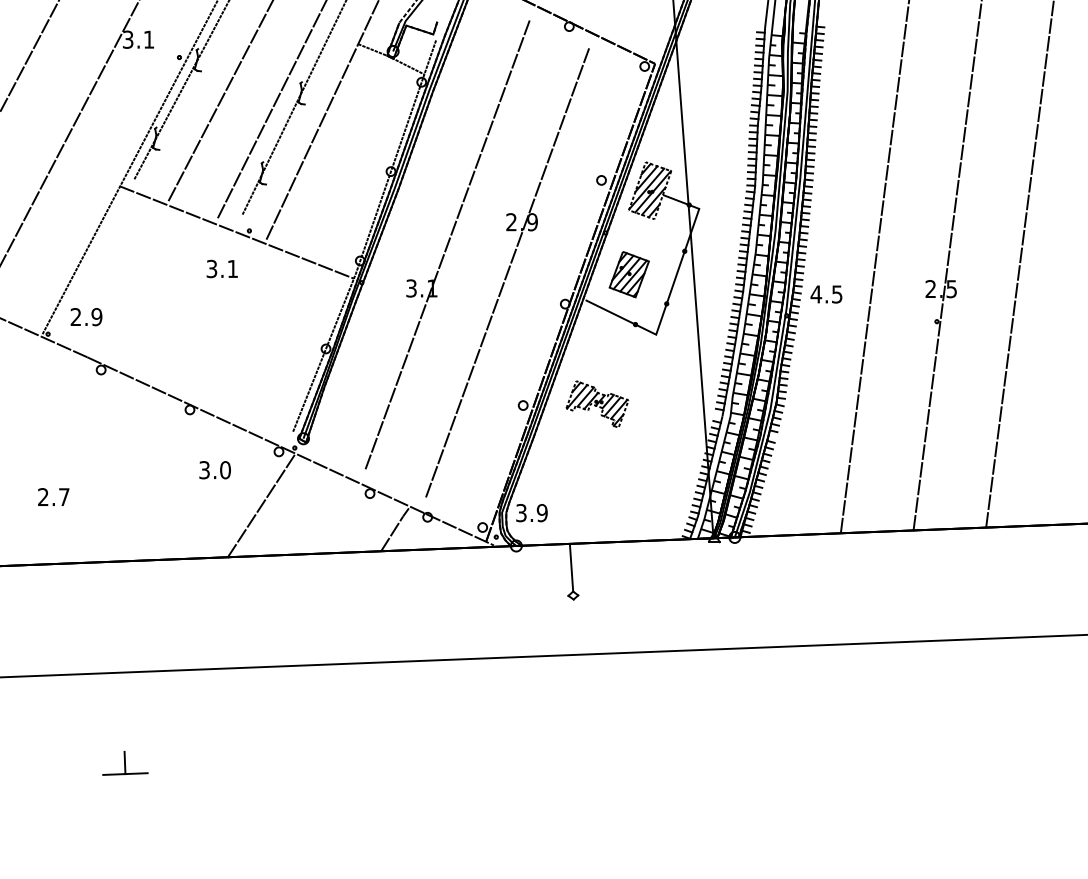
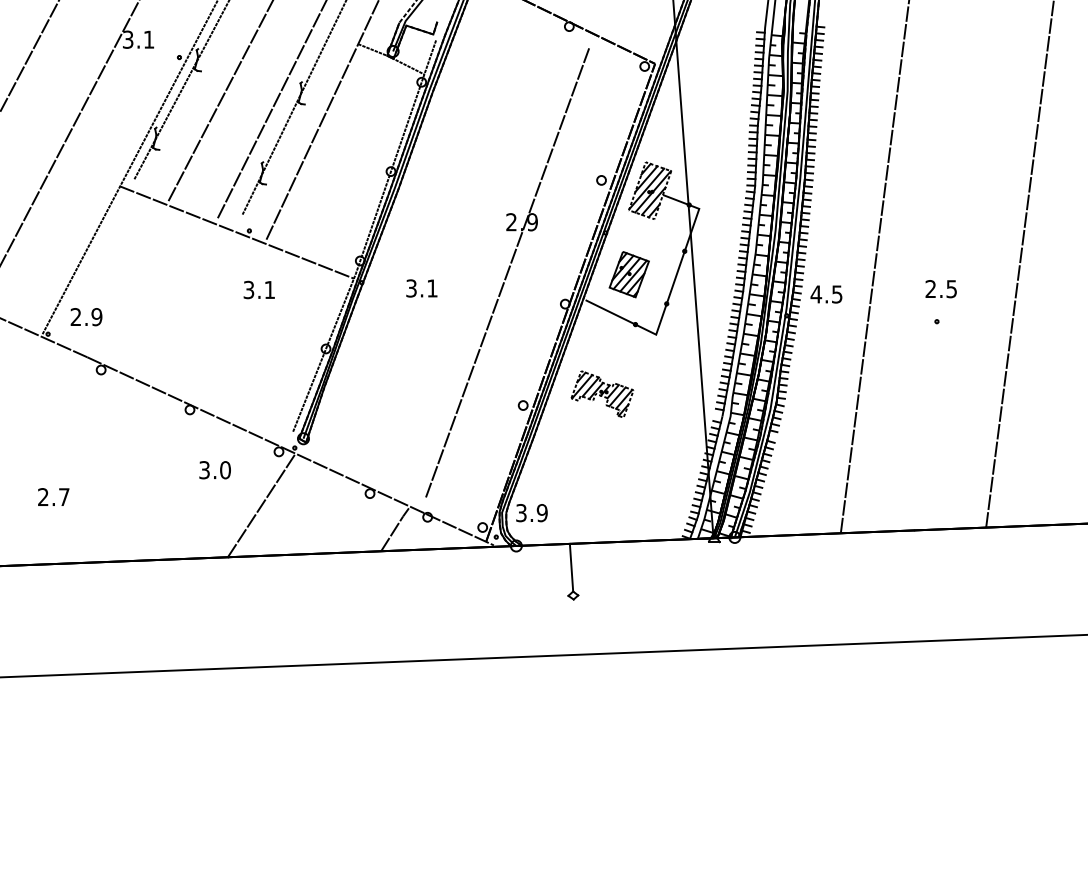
line at (447, 244): present -> none
line at (947, 266): present -> none
text at (221, 268) position: (221, 268) -> (258, 289)
part at (597, 403) position: (597, 403) -> (602, 393)
part at (125, 763): present -> none
